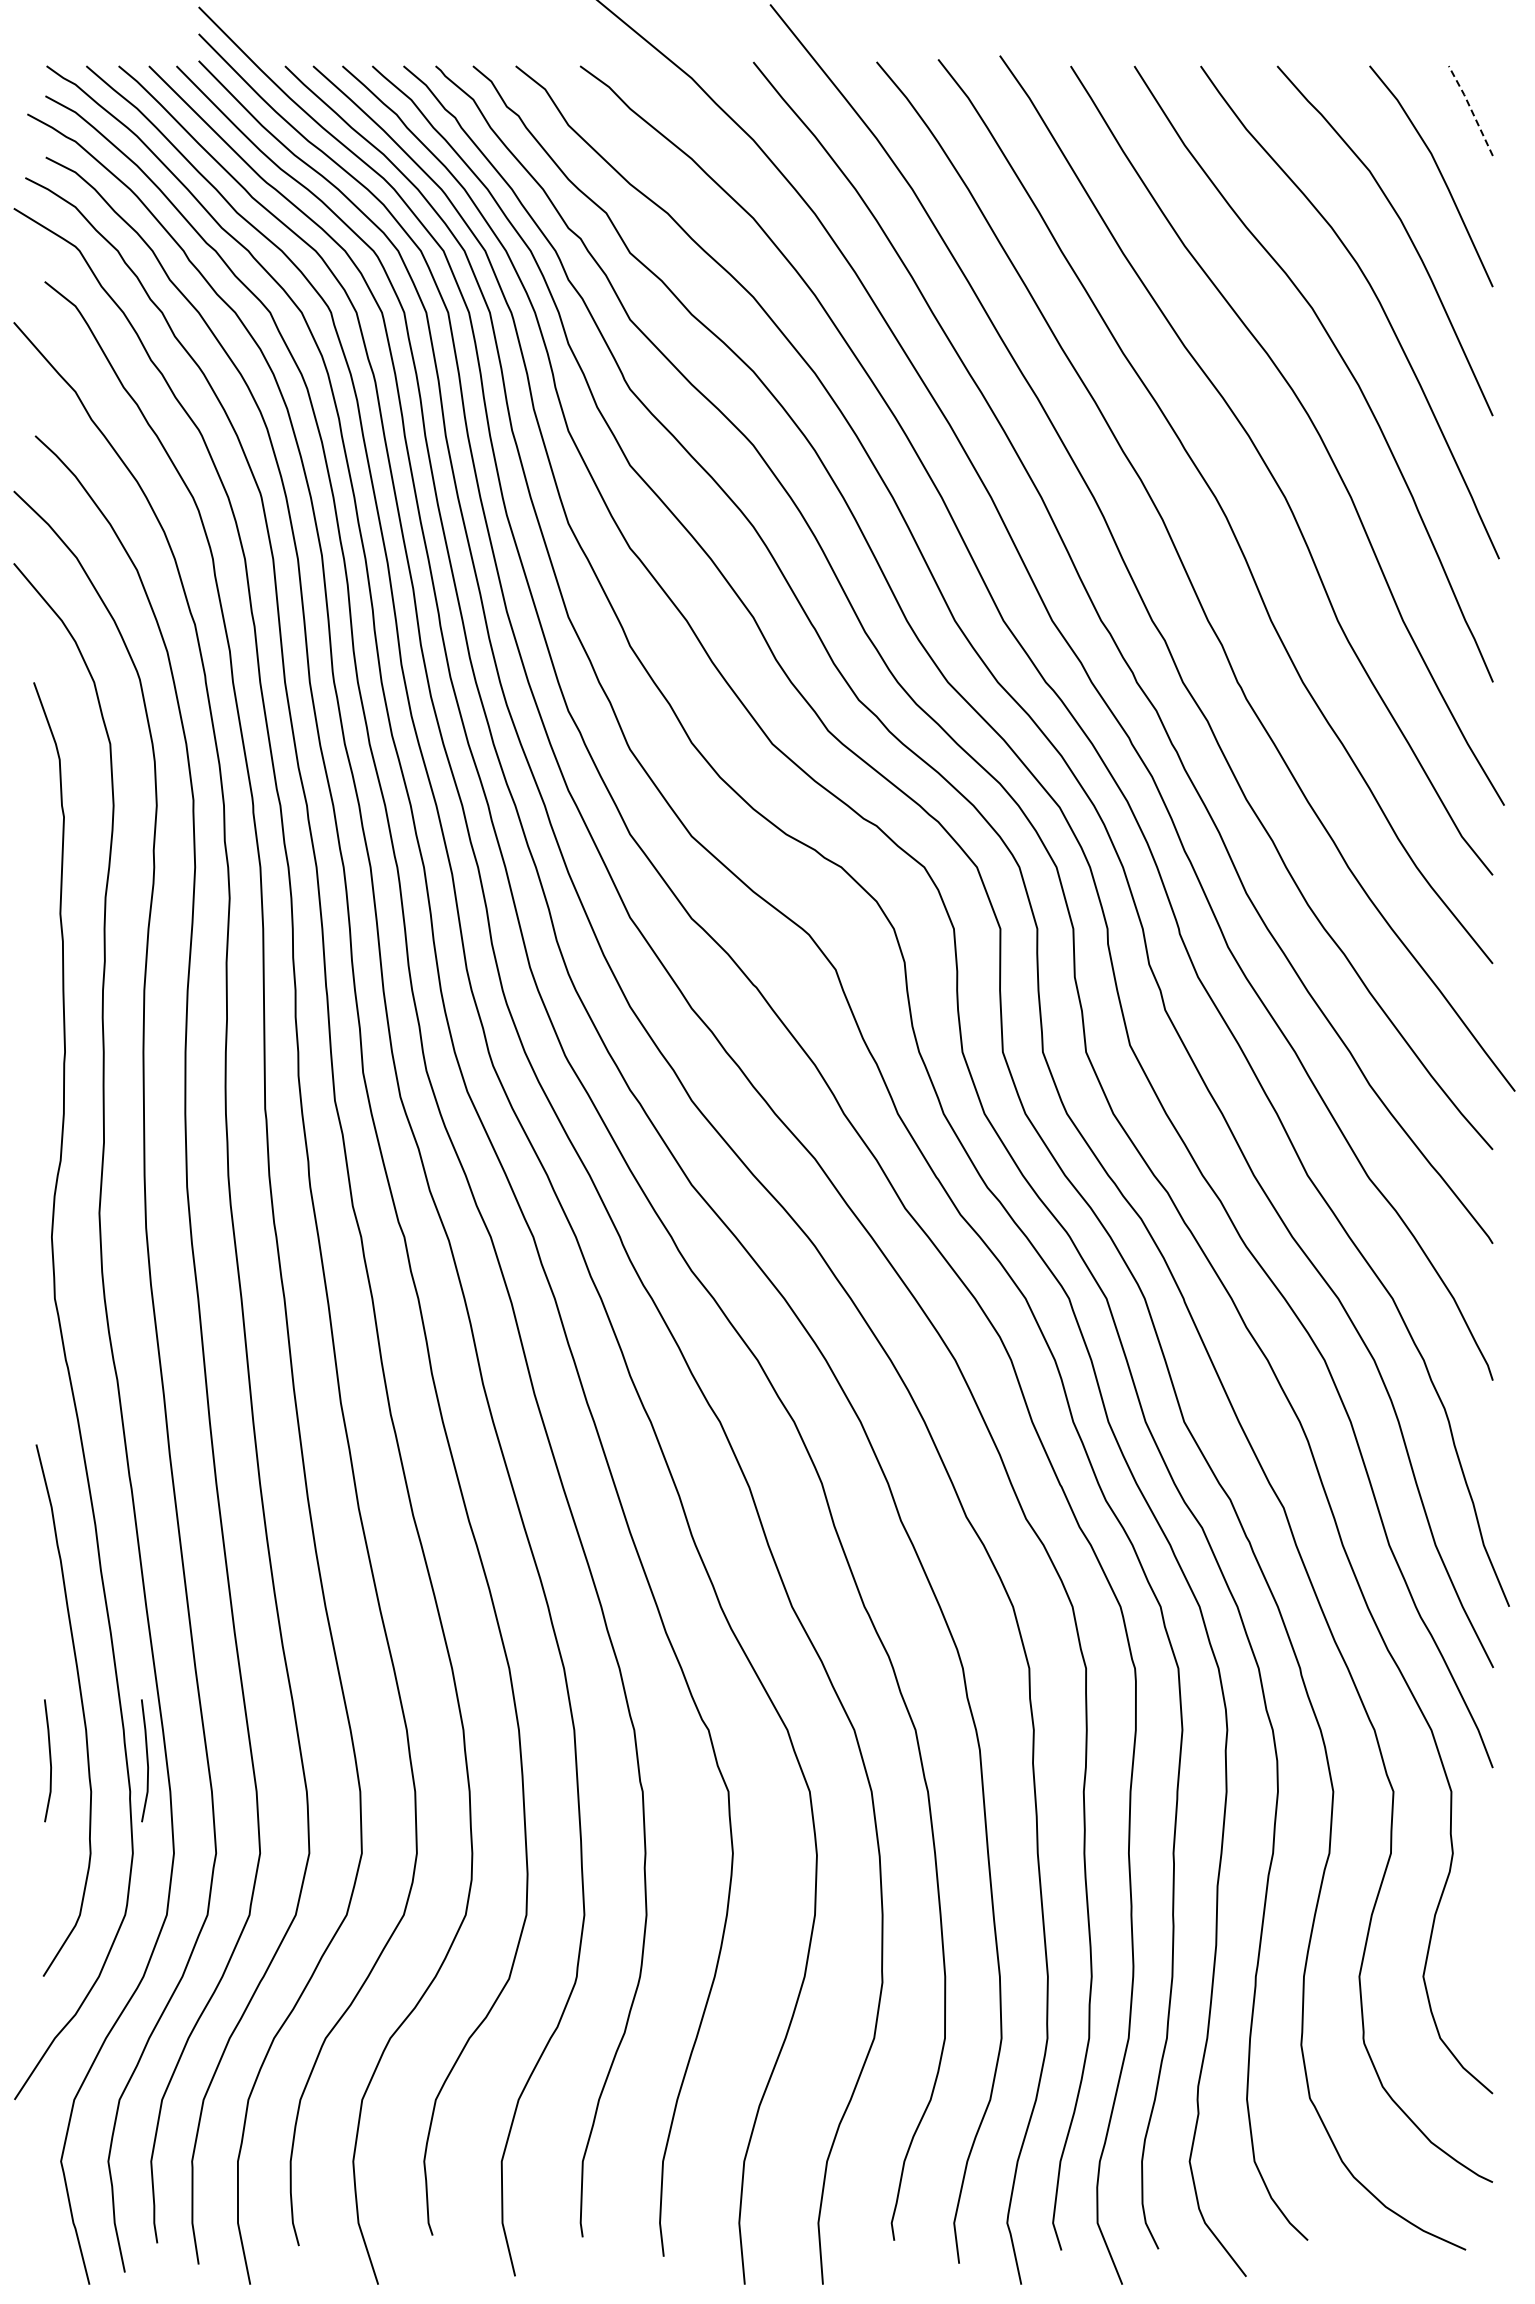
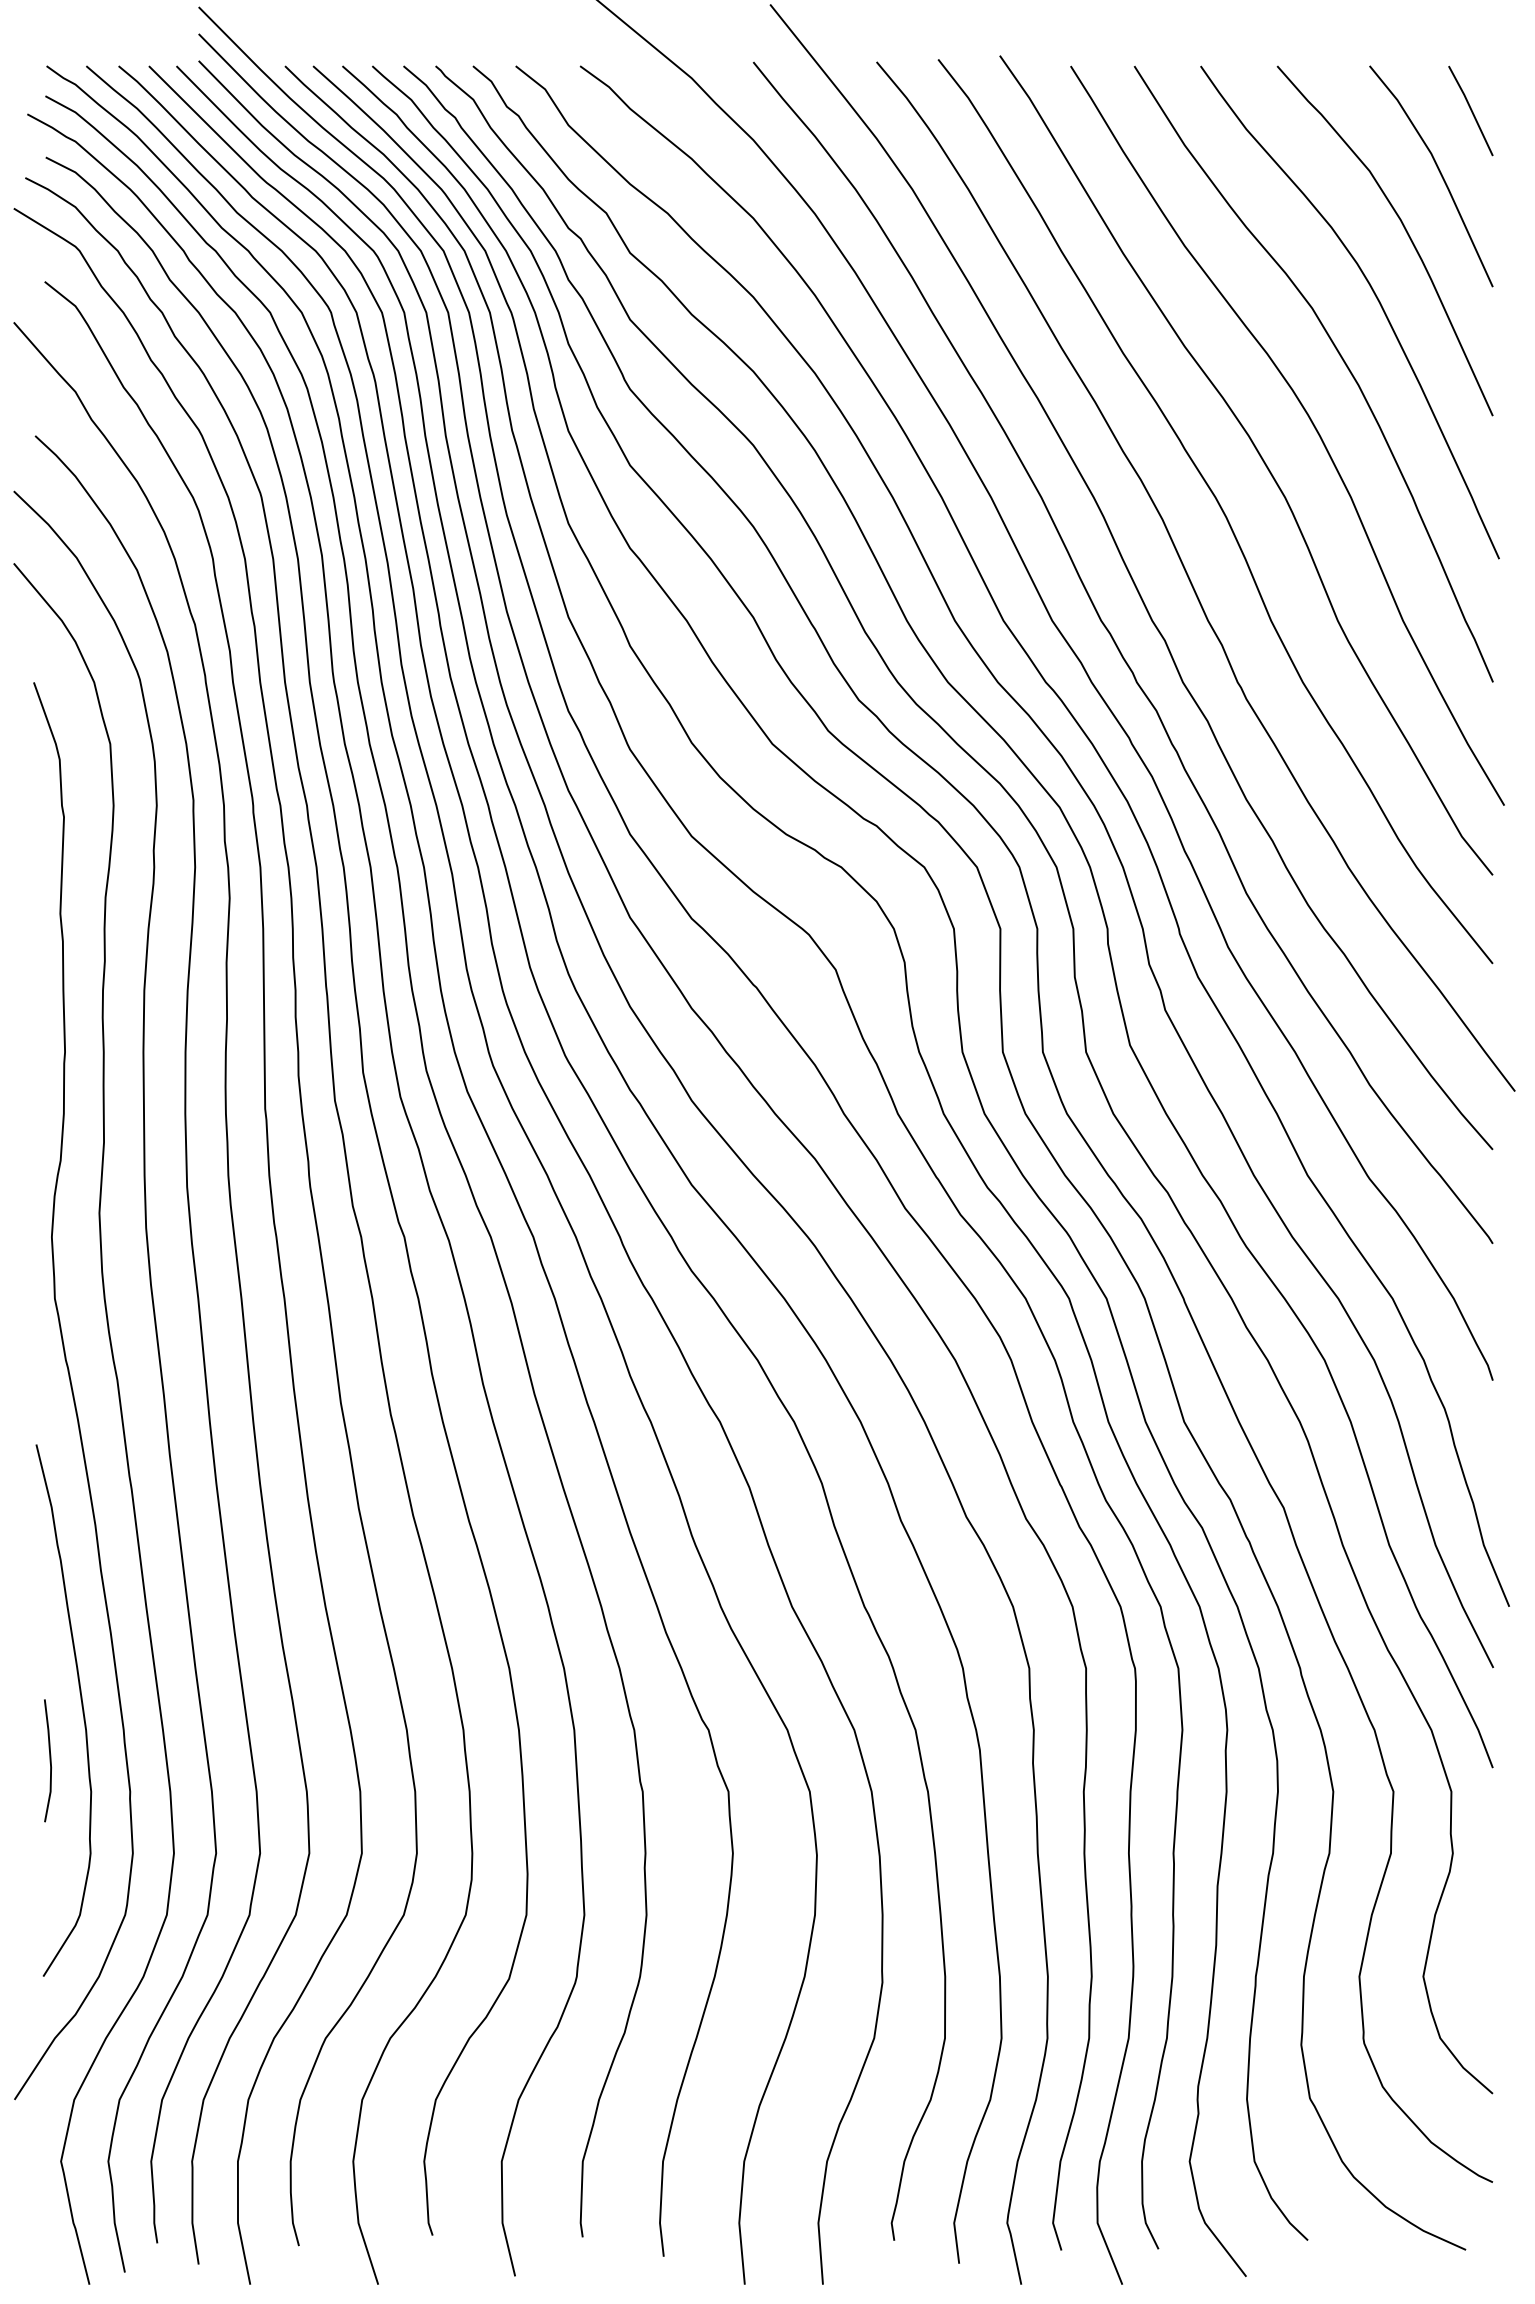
line at (1471, 110): dashed -> solid
line at (146, 1760): present -> none
